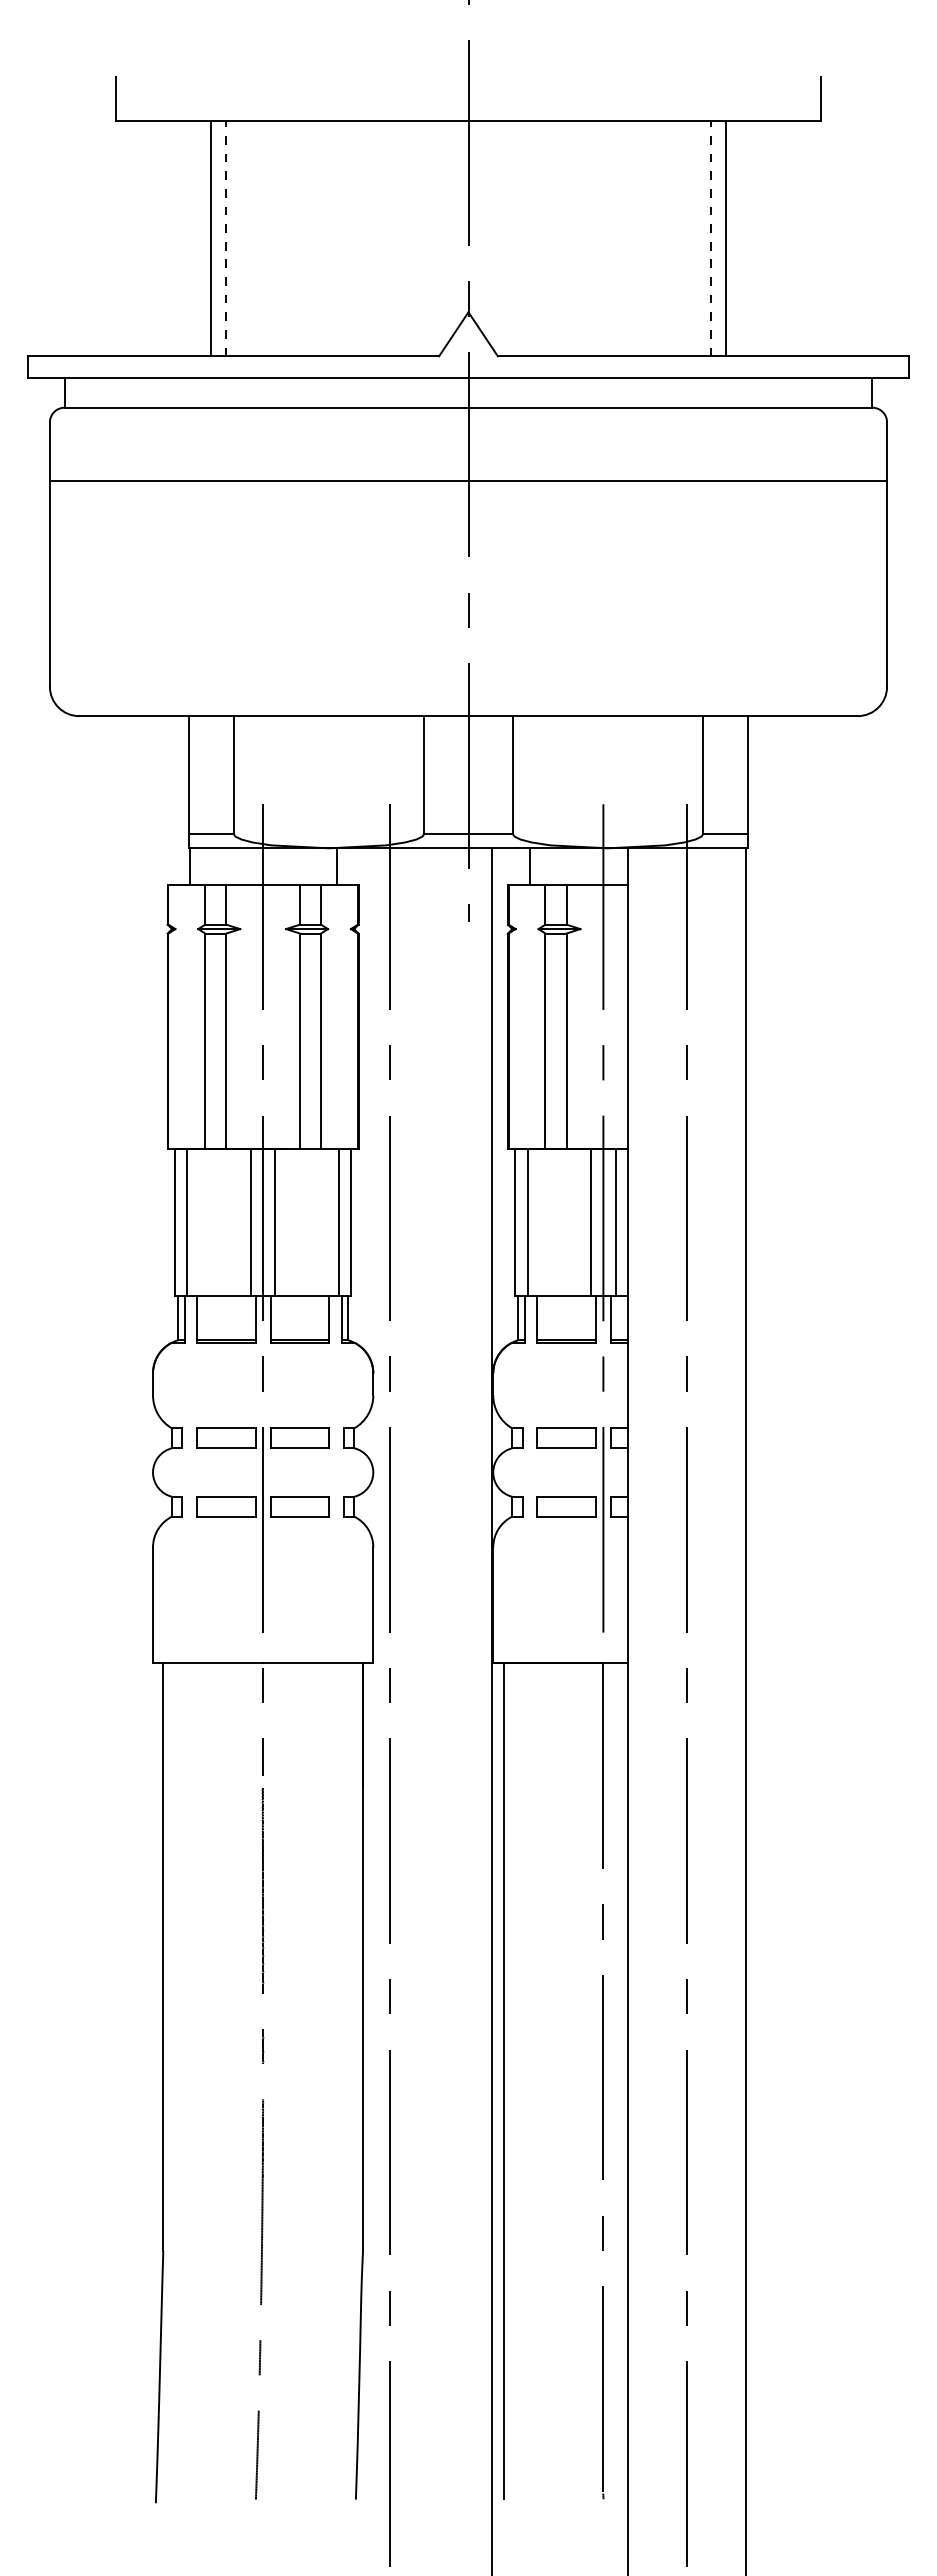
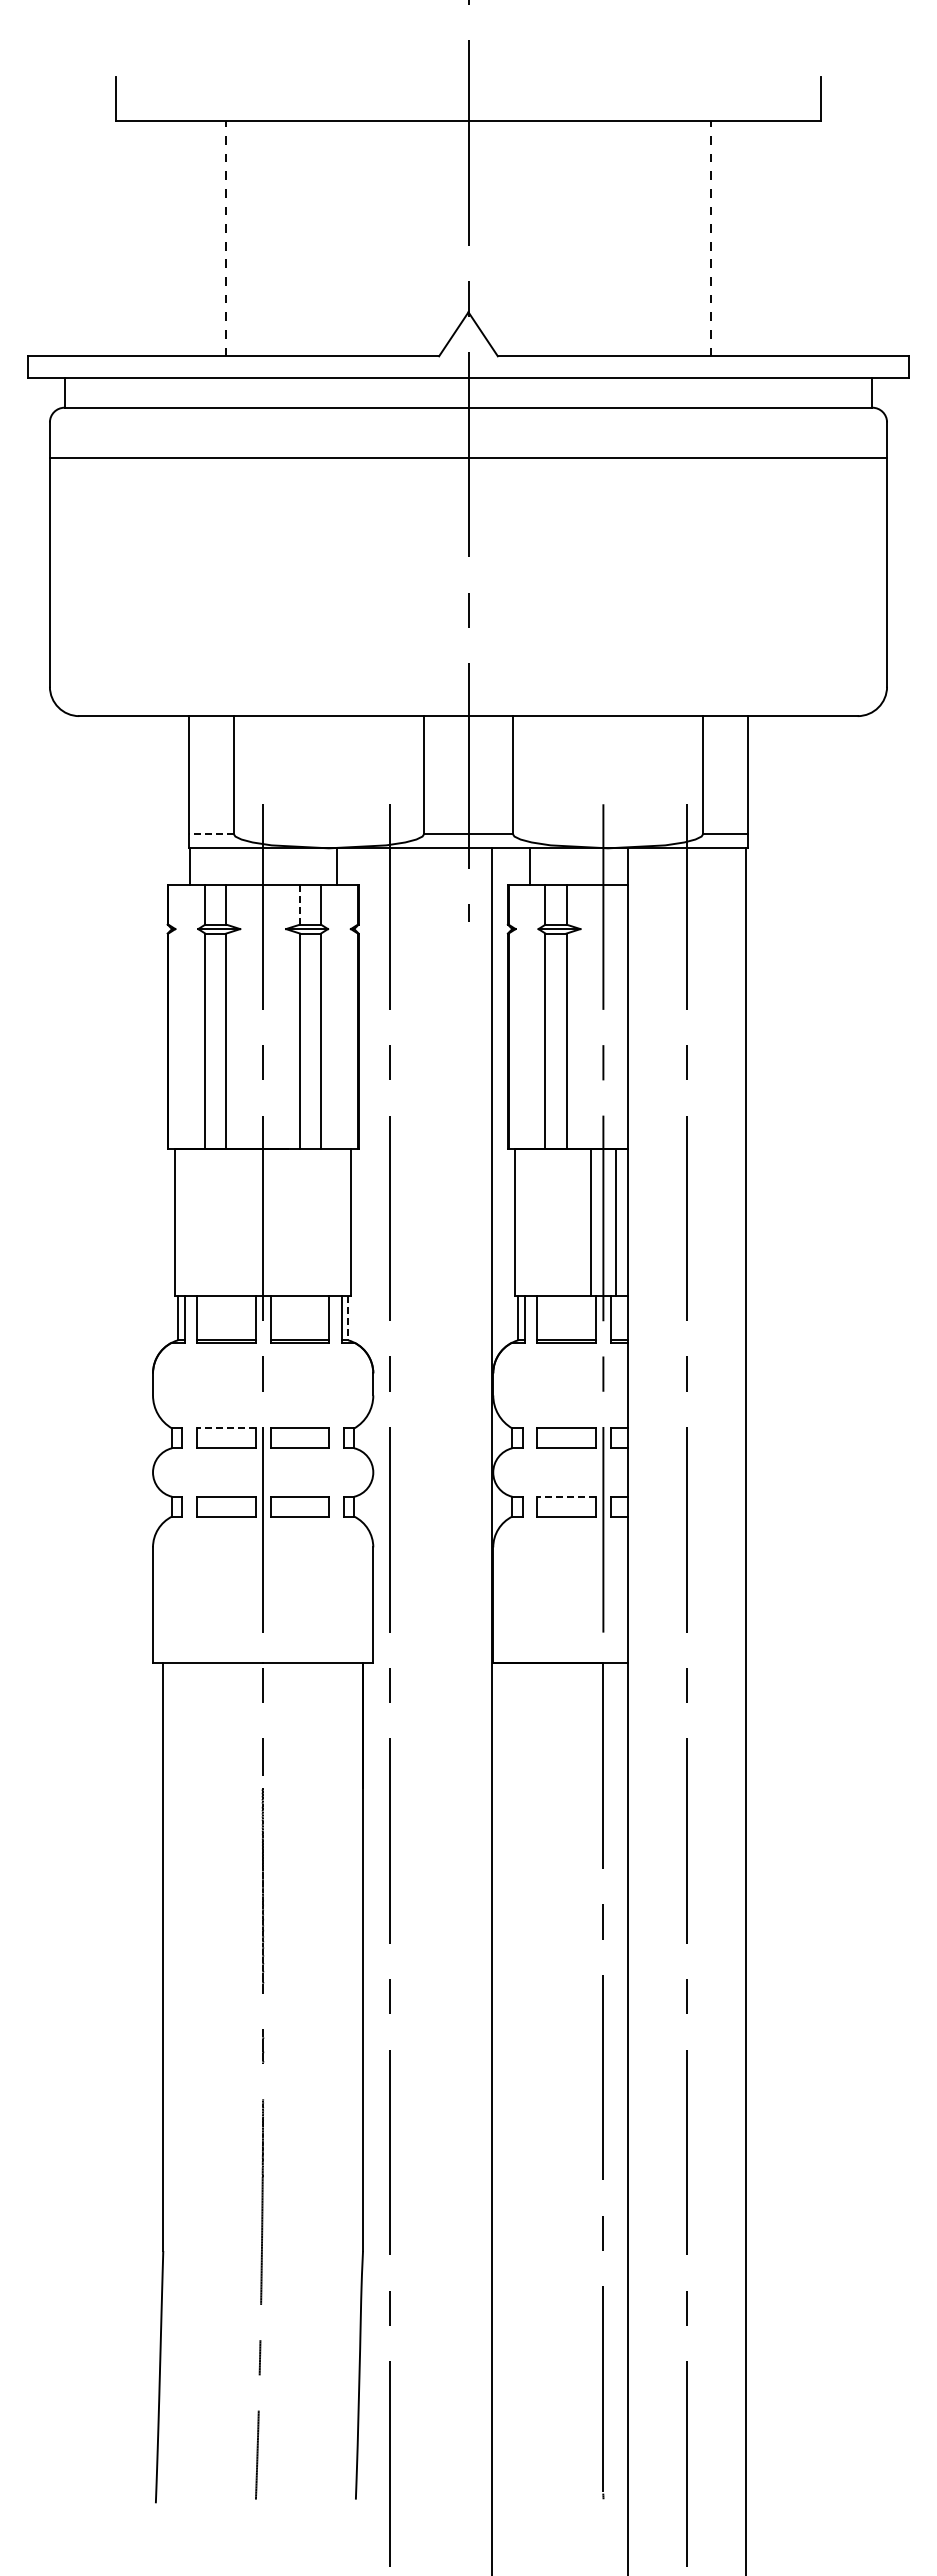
line at (211, 238): present -> none
line at (725, 238): present -> none
line at (468, 481) position: (468, 481) -> (468, 458)
line at (210, 833): solid -> dashed
line at (299, 904): solid -> dashed
line at (187, 1222): present -> none
line at (250, 1222): present -> none
line at (275, 1222): present -> none
line at (339, 1222): present -> none
line at (527, 1222): present -> none
line at (348, 1318): solid -> dashed
line at (225, 1428): solid -> dashed
line at (566, 1496): solid -> dashed
line at (503, 2080): present -> none
